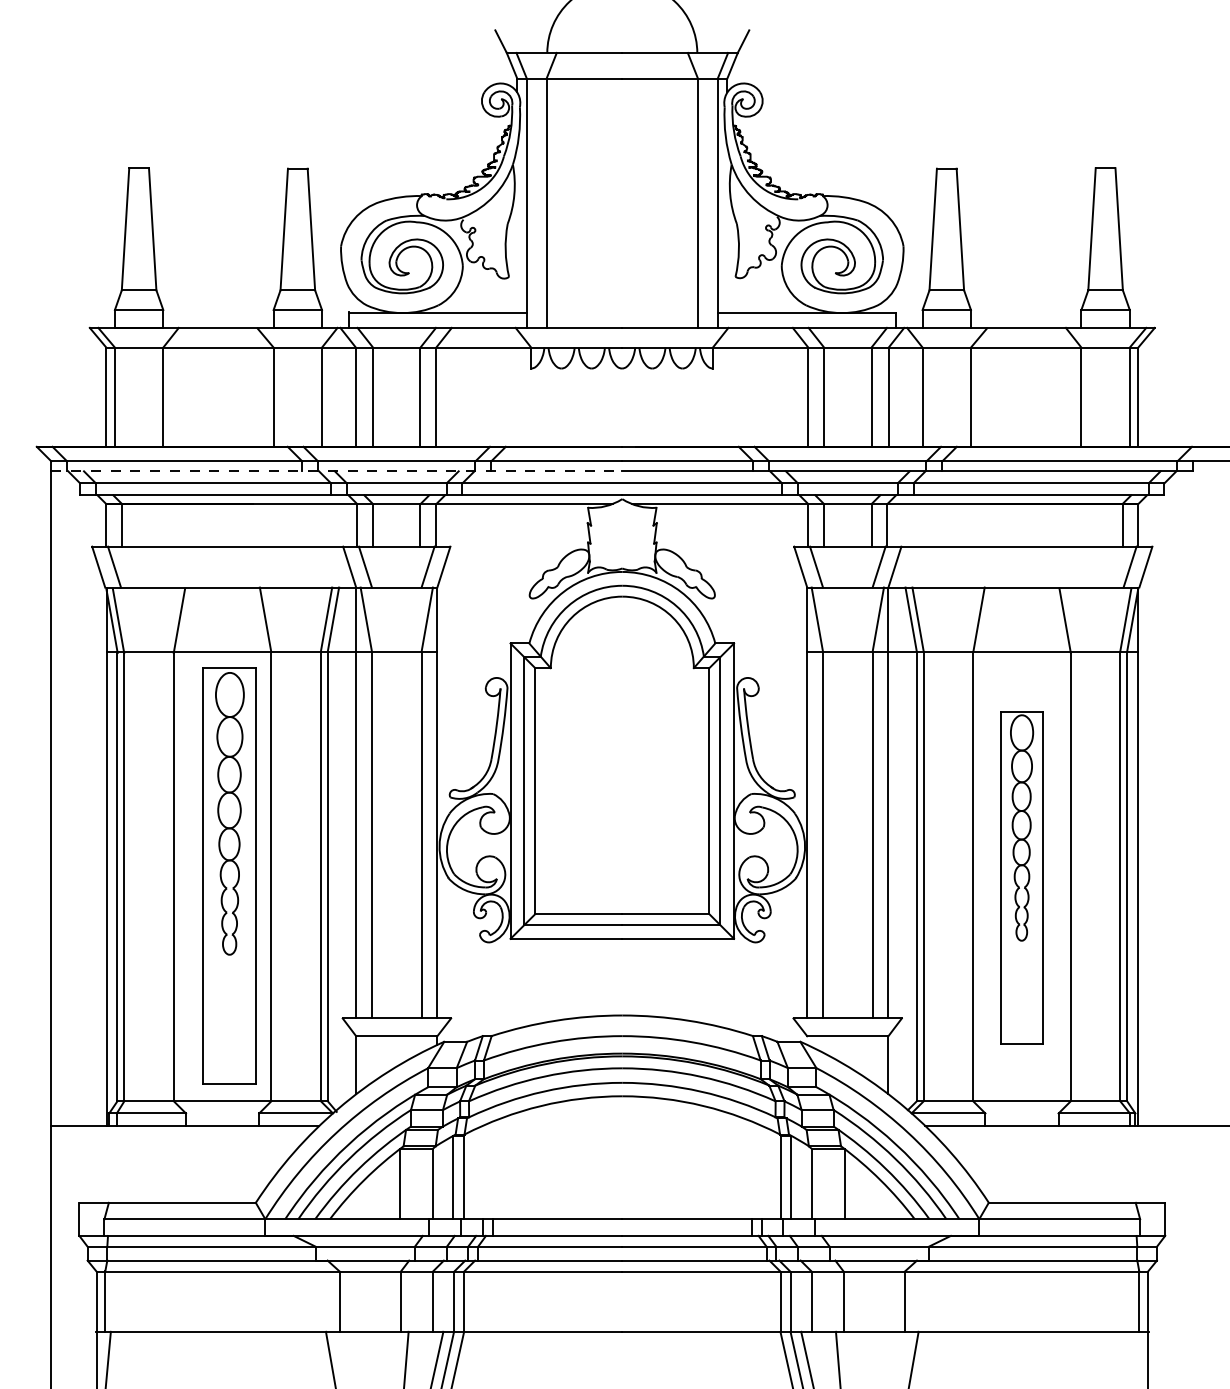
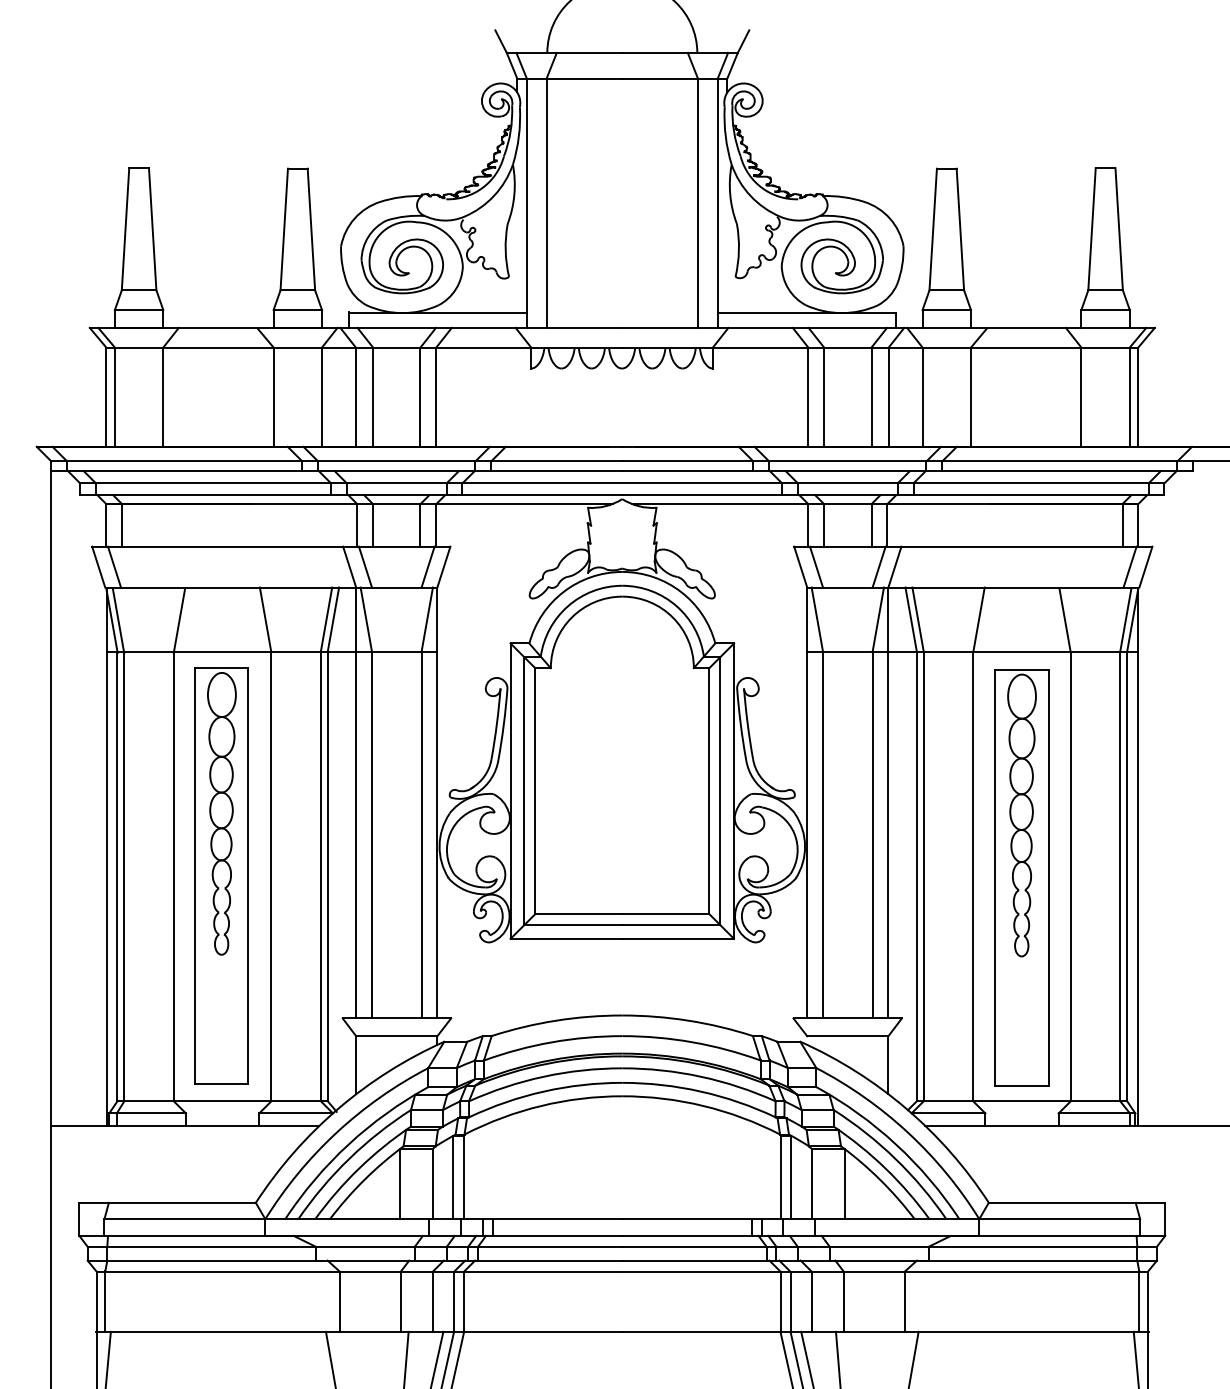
line at (337, 471): dashed -> solid
part at (229, 875) position: (229, 875) -> (221, 875)
part at (1021, 877) size: 44x334 px -> 56x418 px
line at (1135, 1358): none -> present
